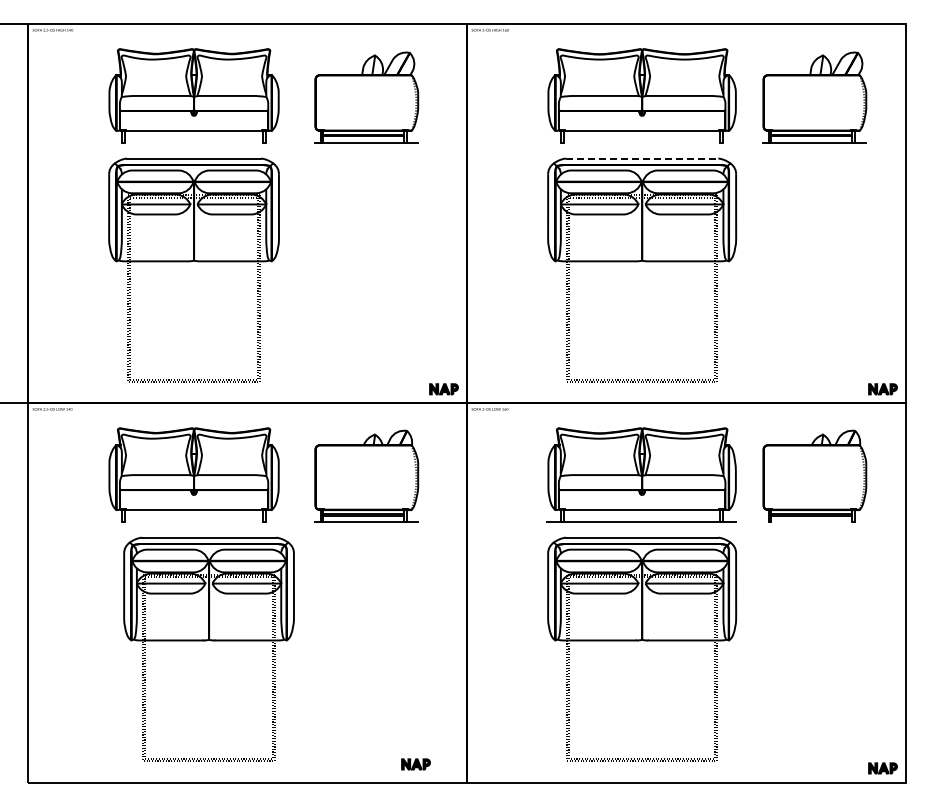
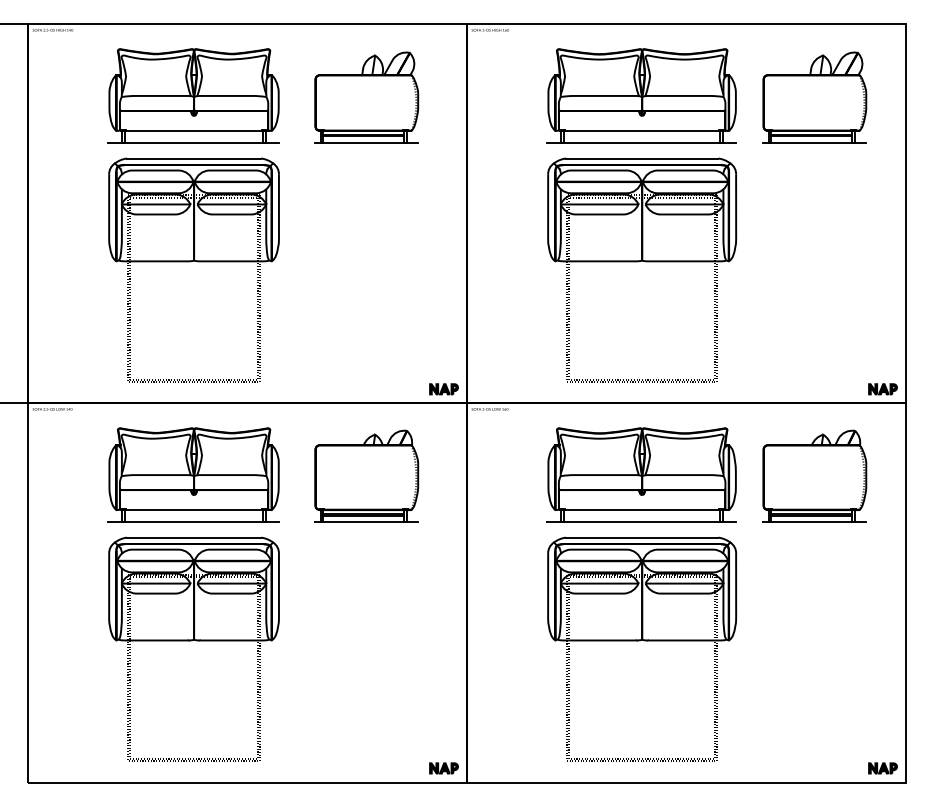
line at (193, 143): none -> present
line at (641, 143): none -> present
line at (642, 158): dashed -> solid
line at (193, 522): none -> present
line at (814, 522): none -> present
part at (207, 641) position: (207, 641) -> (192, 641)
part at (415, 764) position: (415, 764) -> (443, 768)
